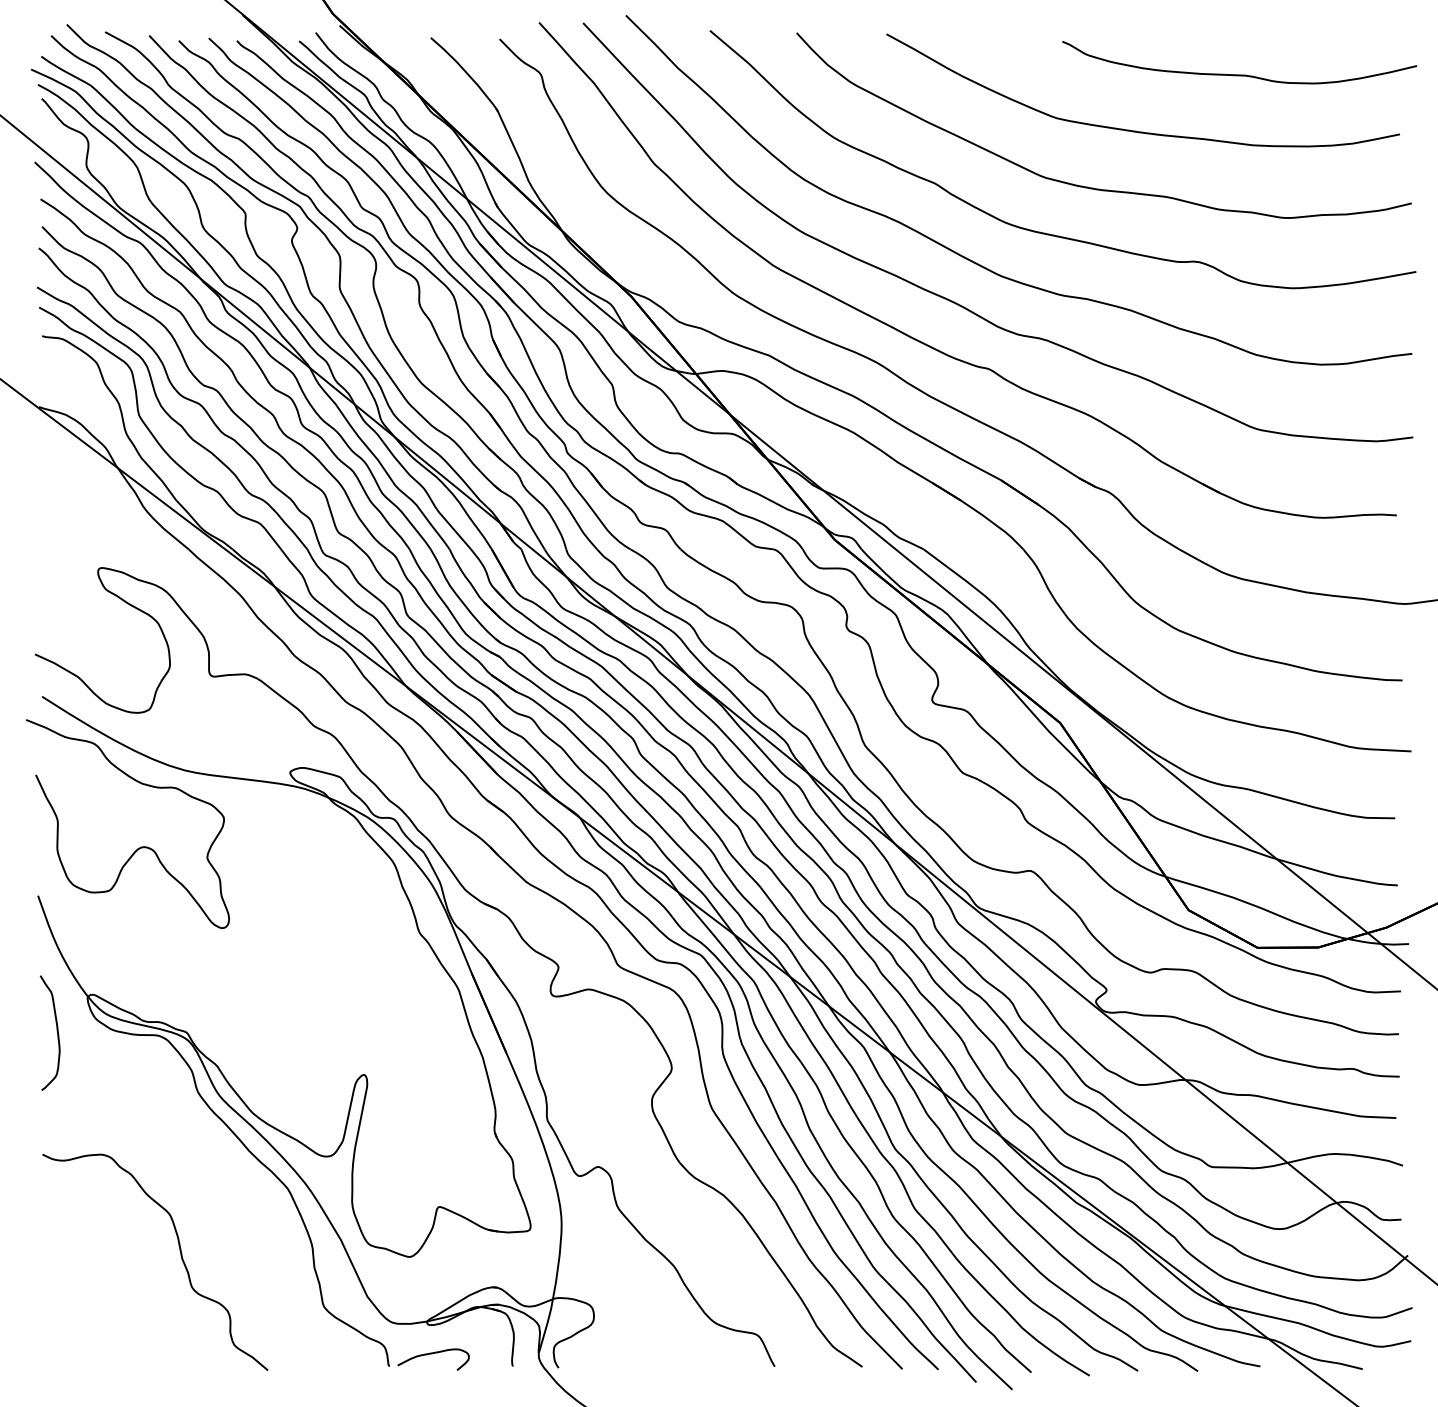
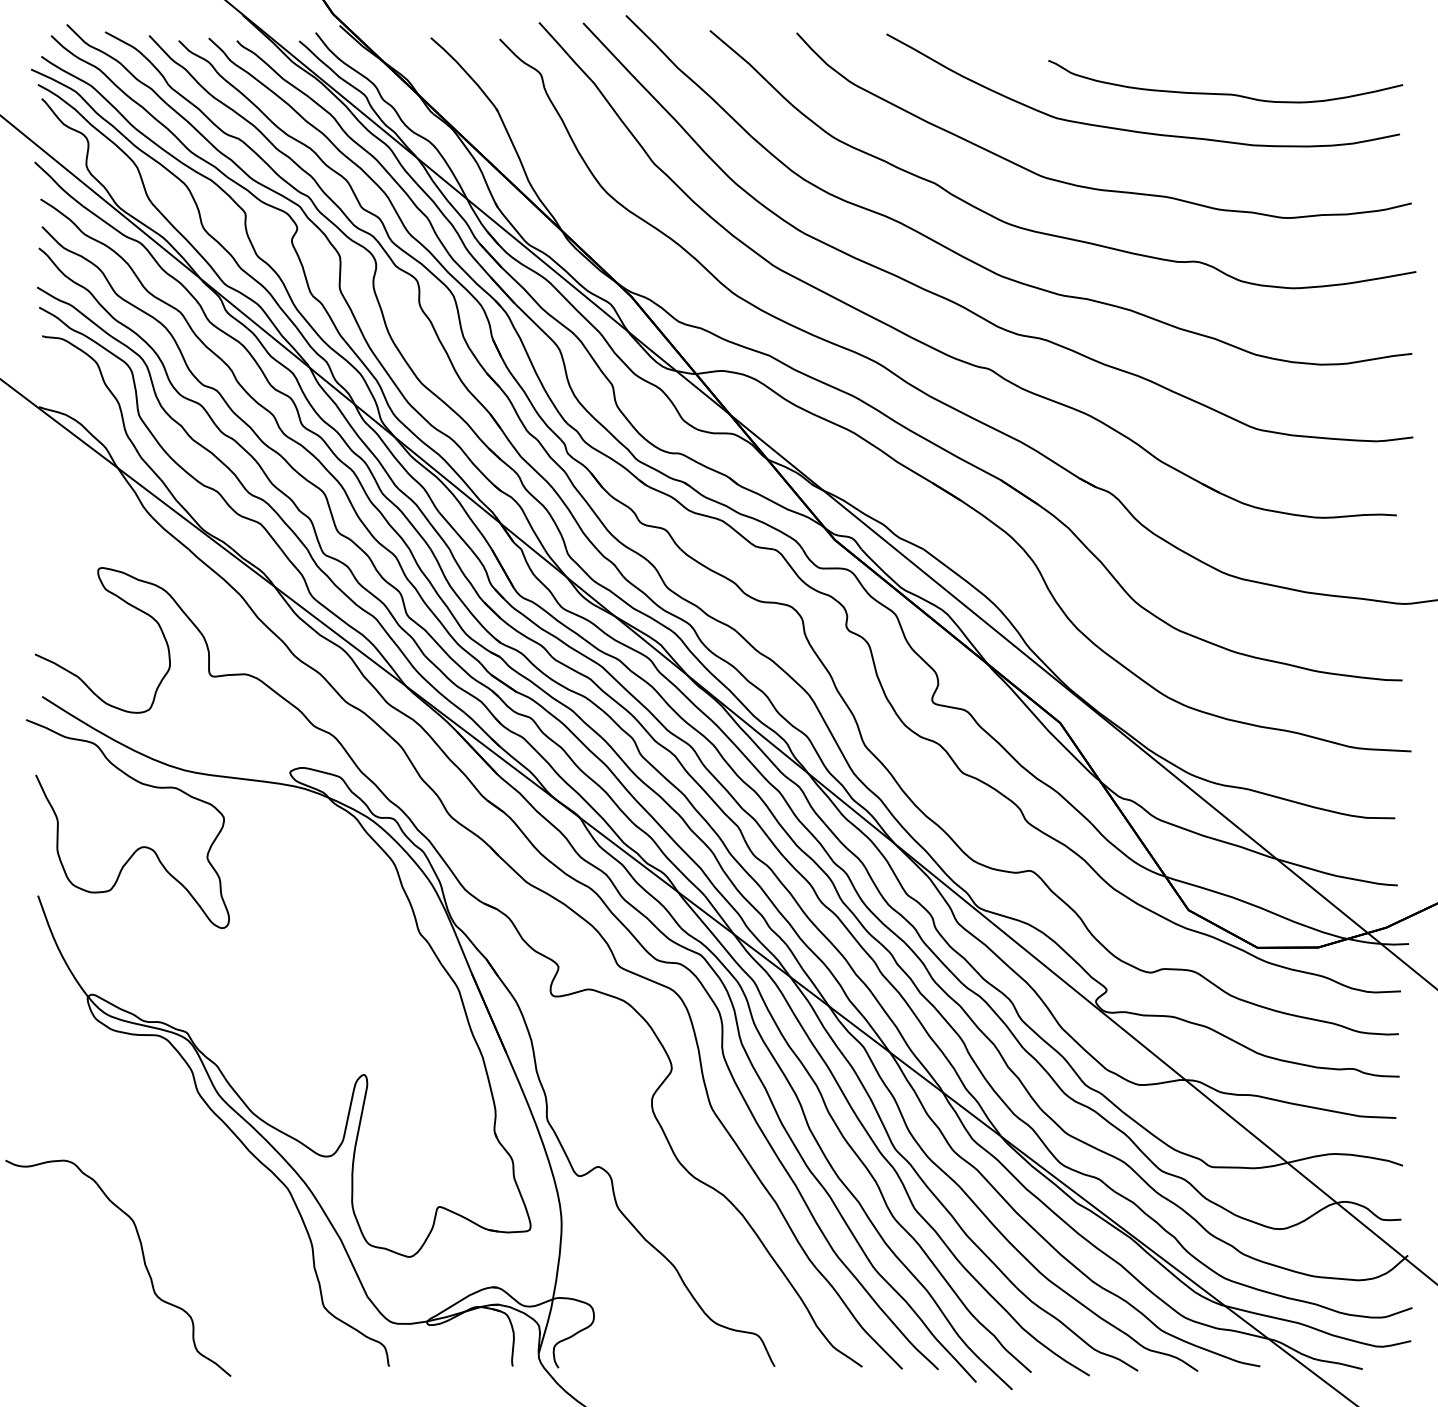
curve at (1239, 74) position: (1239, 74) -> (1225, 93)
curve at (56, 1031): present -> none
curve at (180, 1256) position: (180, 1256) -> (143, 1262)
curve at (432, 1354): present -> none
